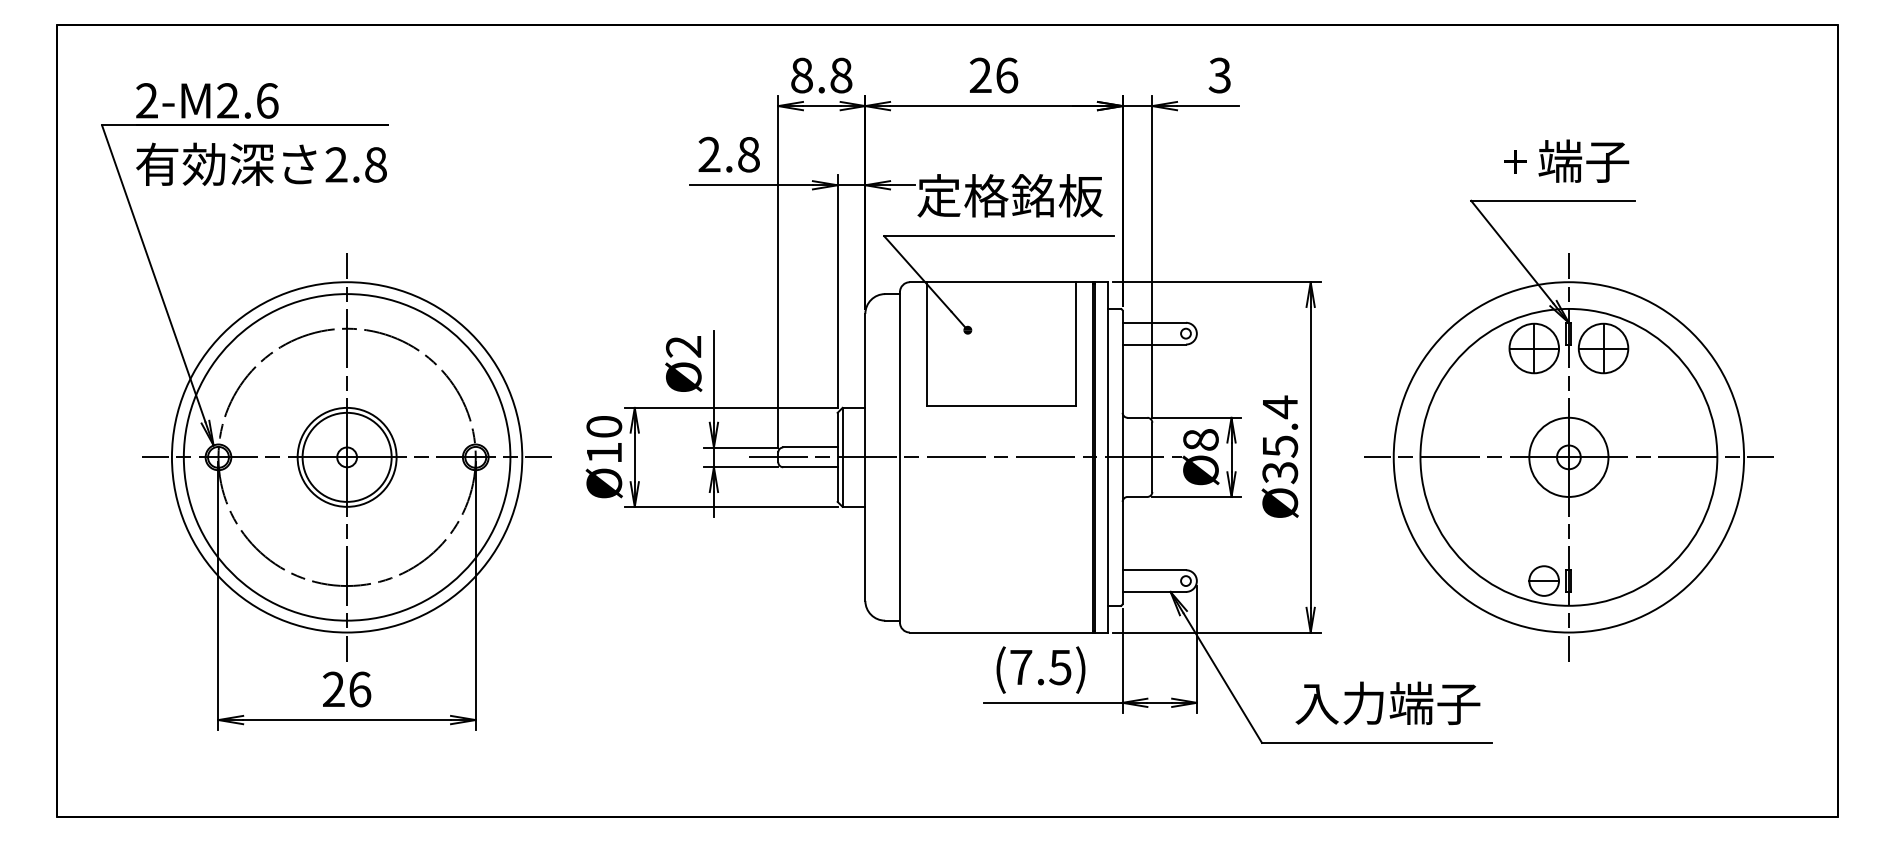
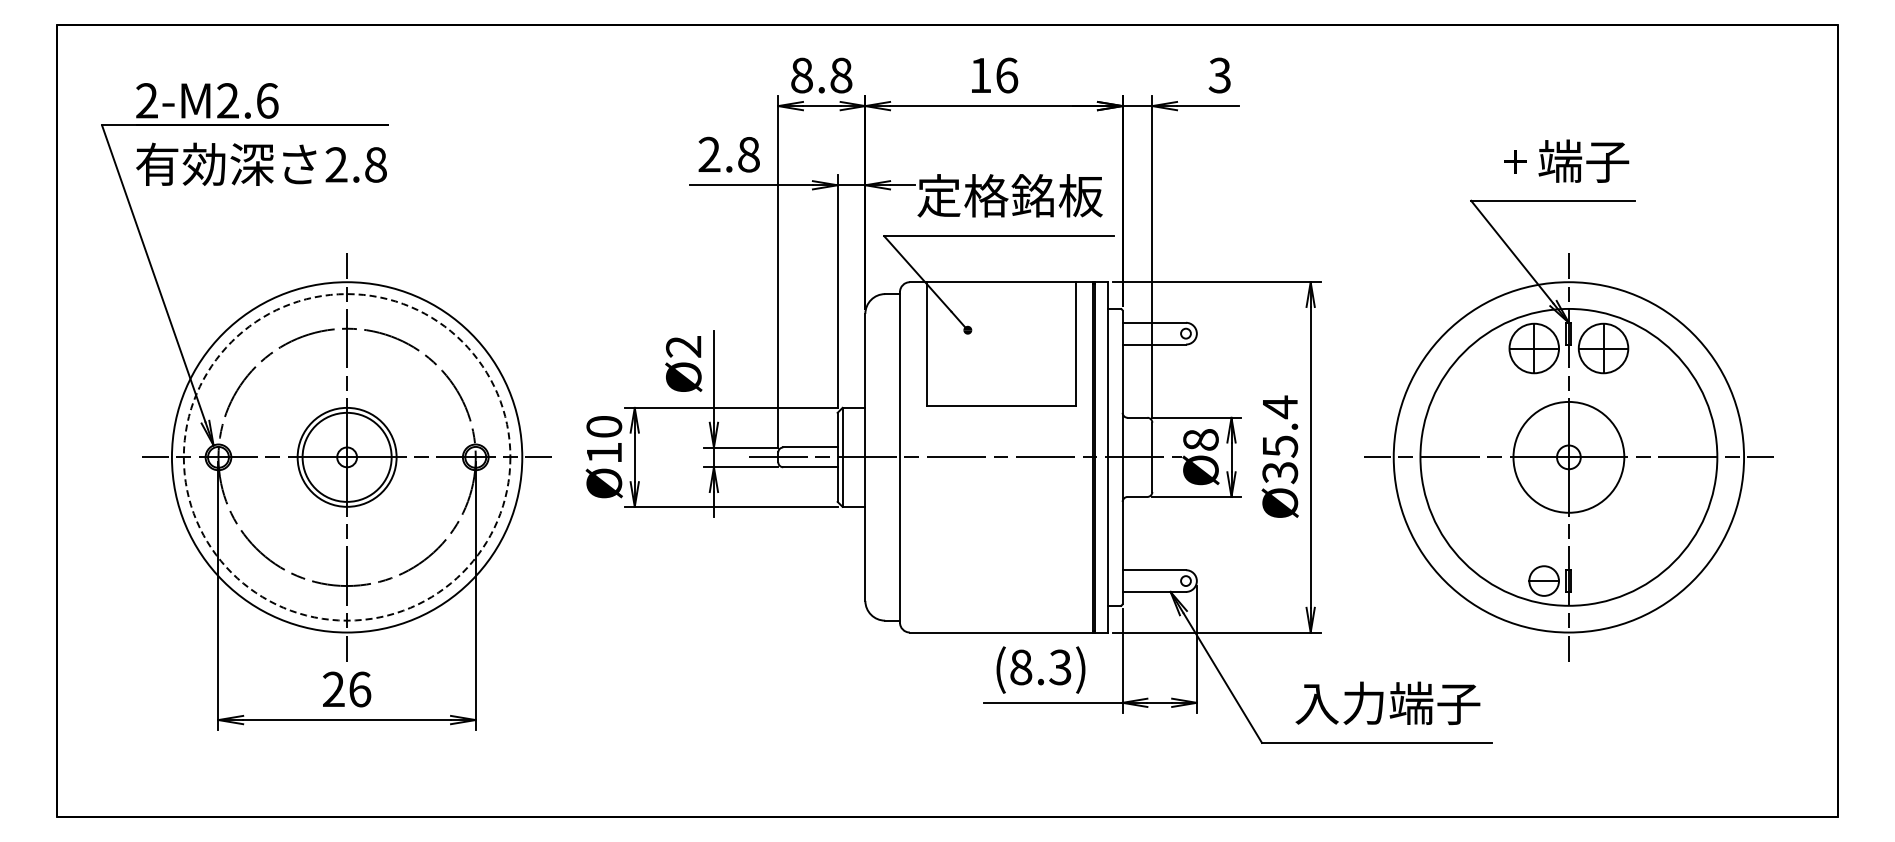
text at (980, 74): 26 -> 16
circle at (1568, 456) diameter: 79 px -> 111 px
circle at (346, 457): solid -> dashed
text at (1040, 667): (7.5) -> (8.3)
